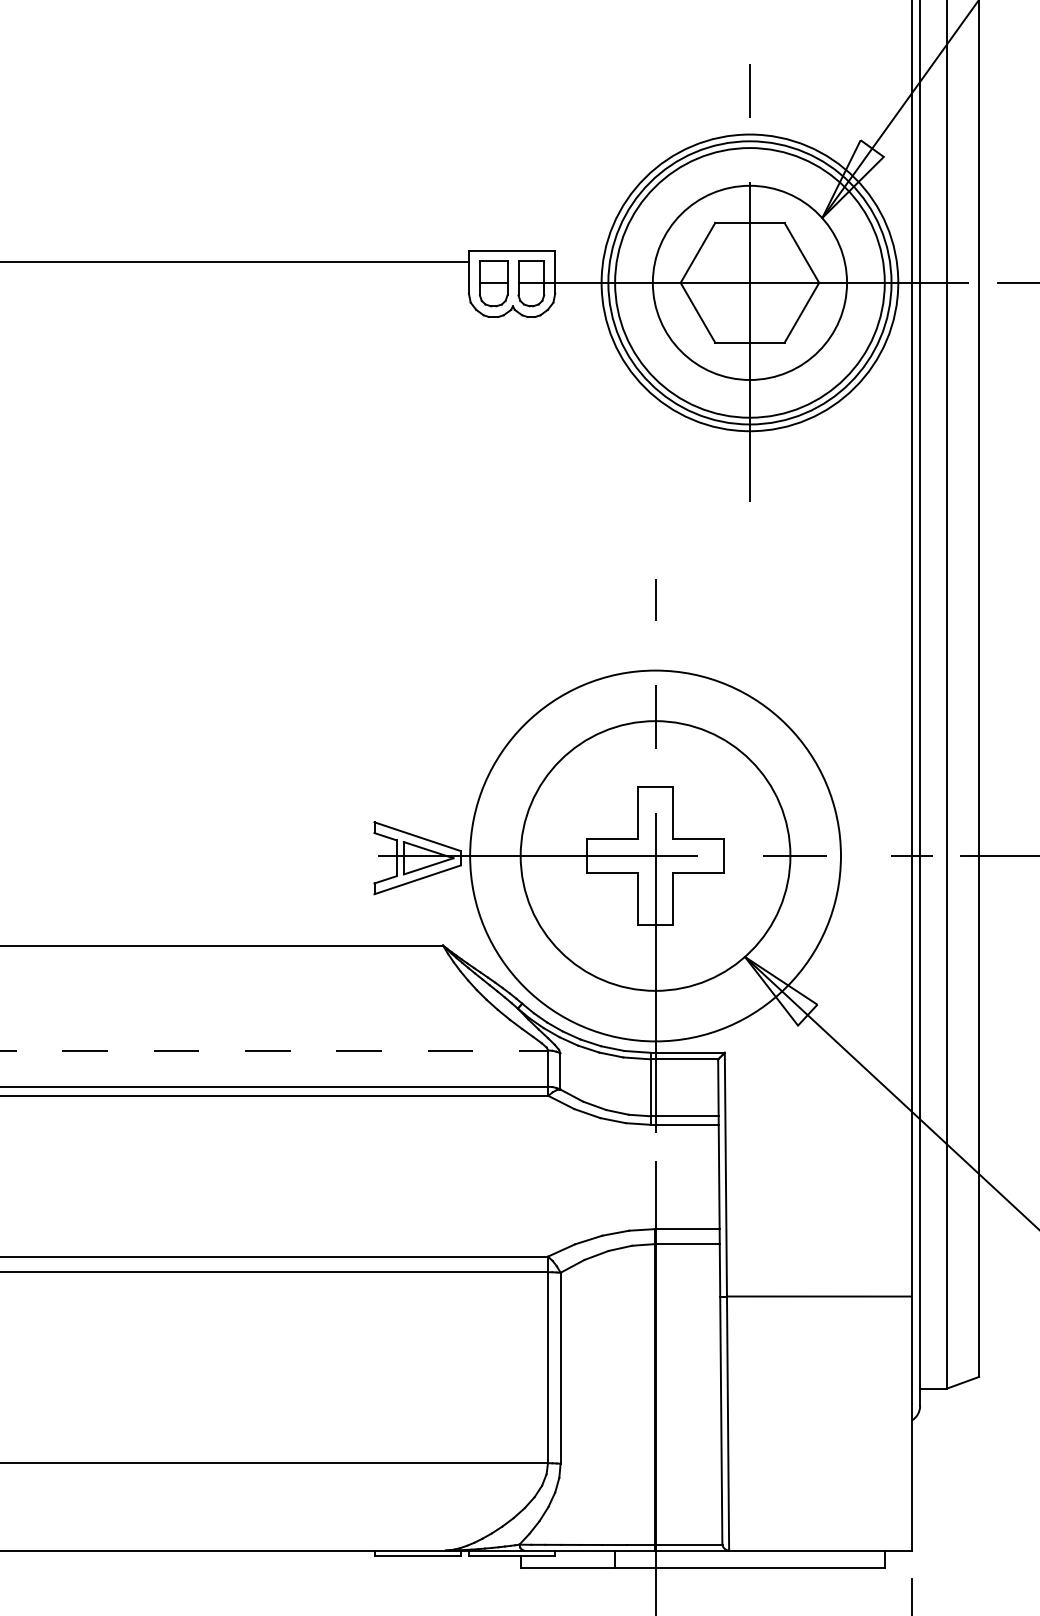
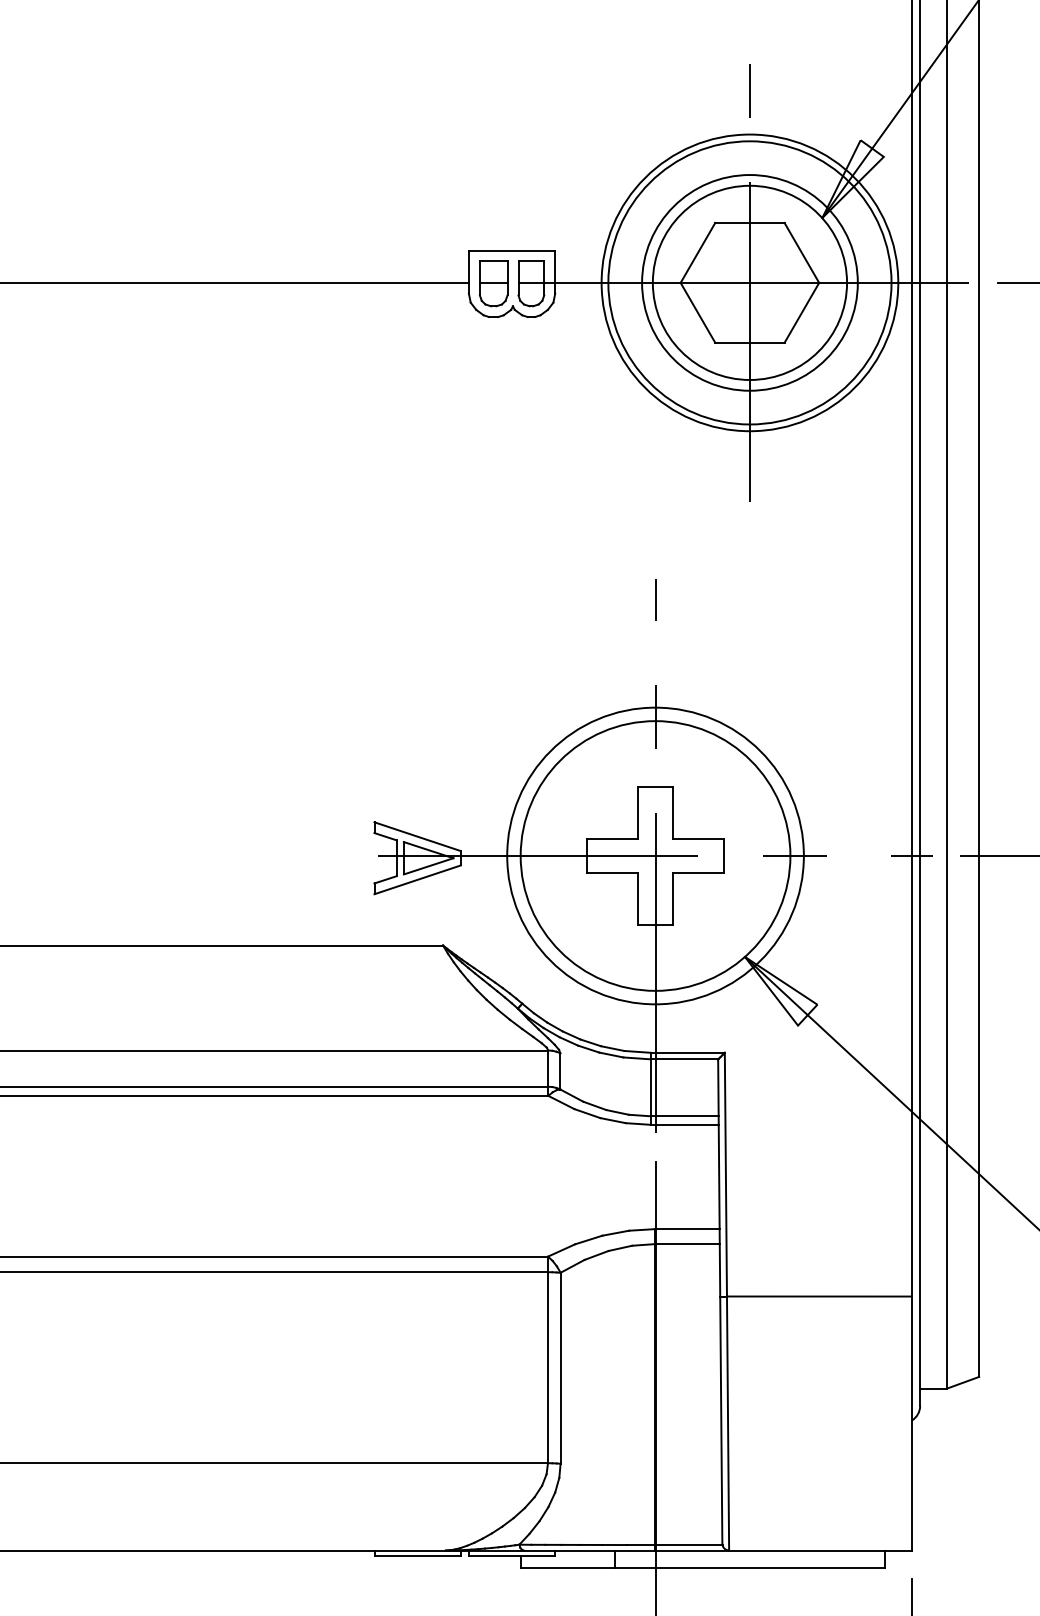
line at (235, 261) position: (235, 261) -> (235, 282)
circle at (749, 282) diameter: 270 px -> 216 px
circle at (655, 855) diameter: 371 px -> 297 px
line at (274, 1050): dashed -> solid
